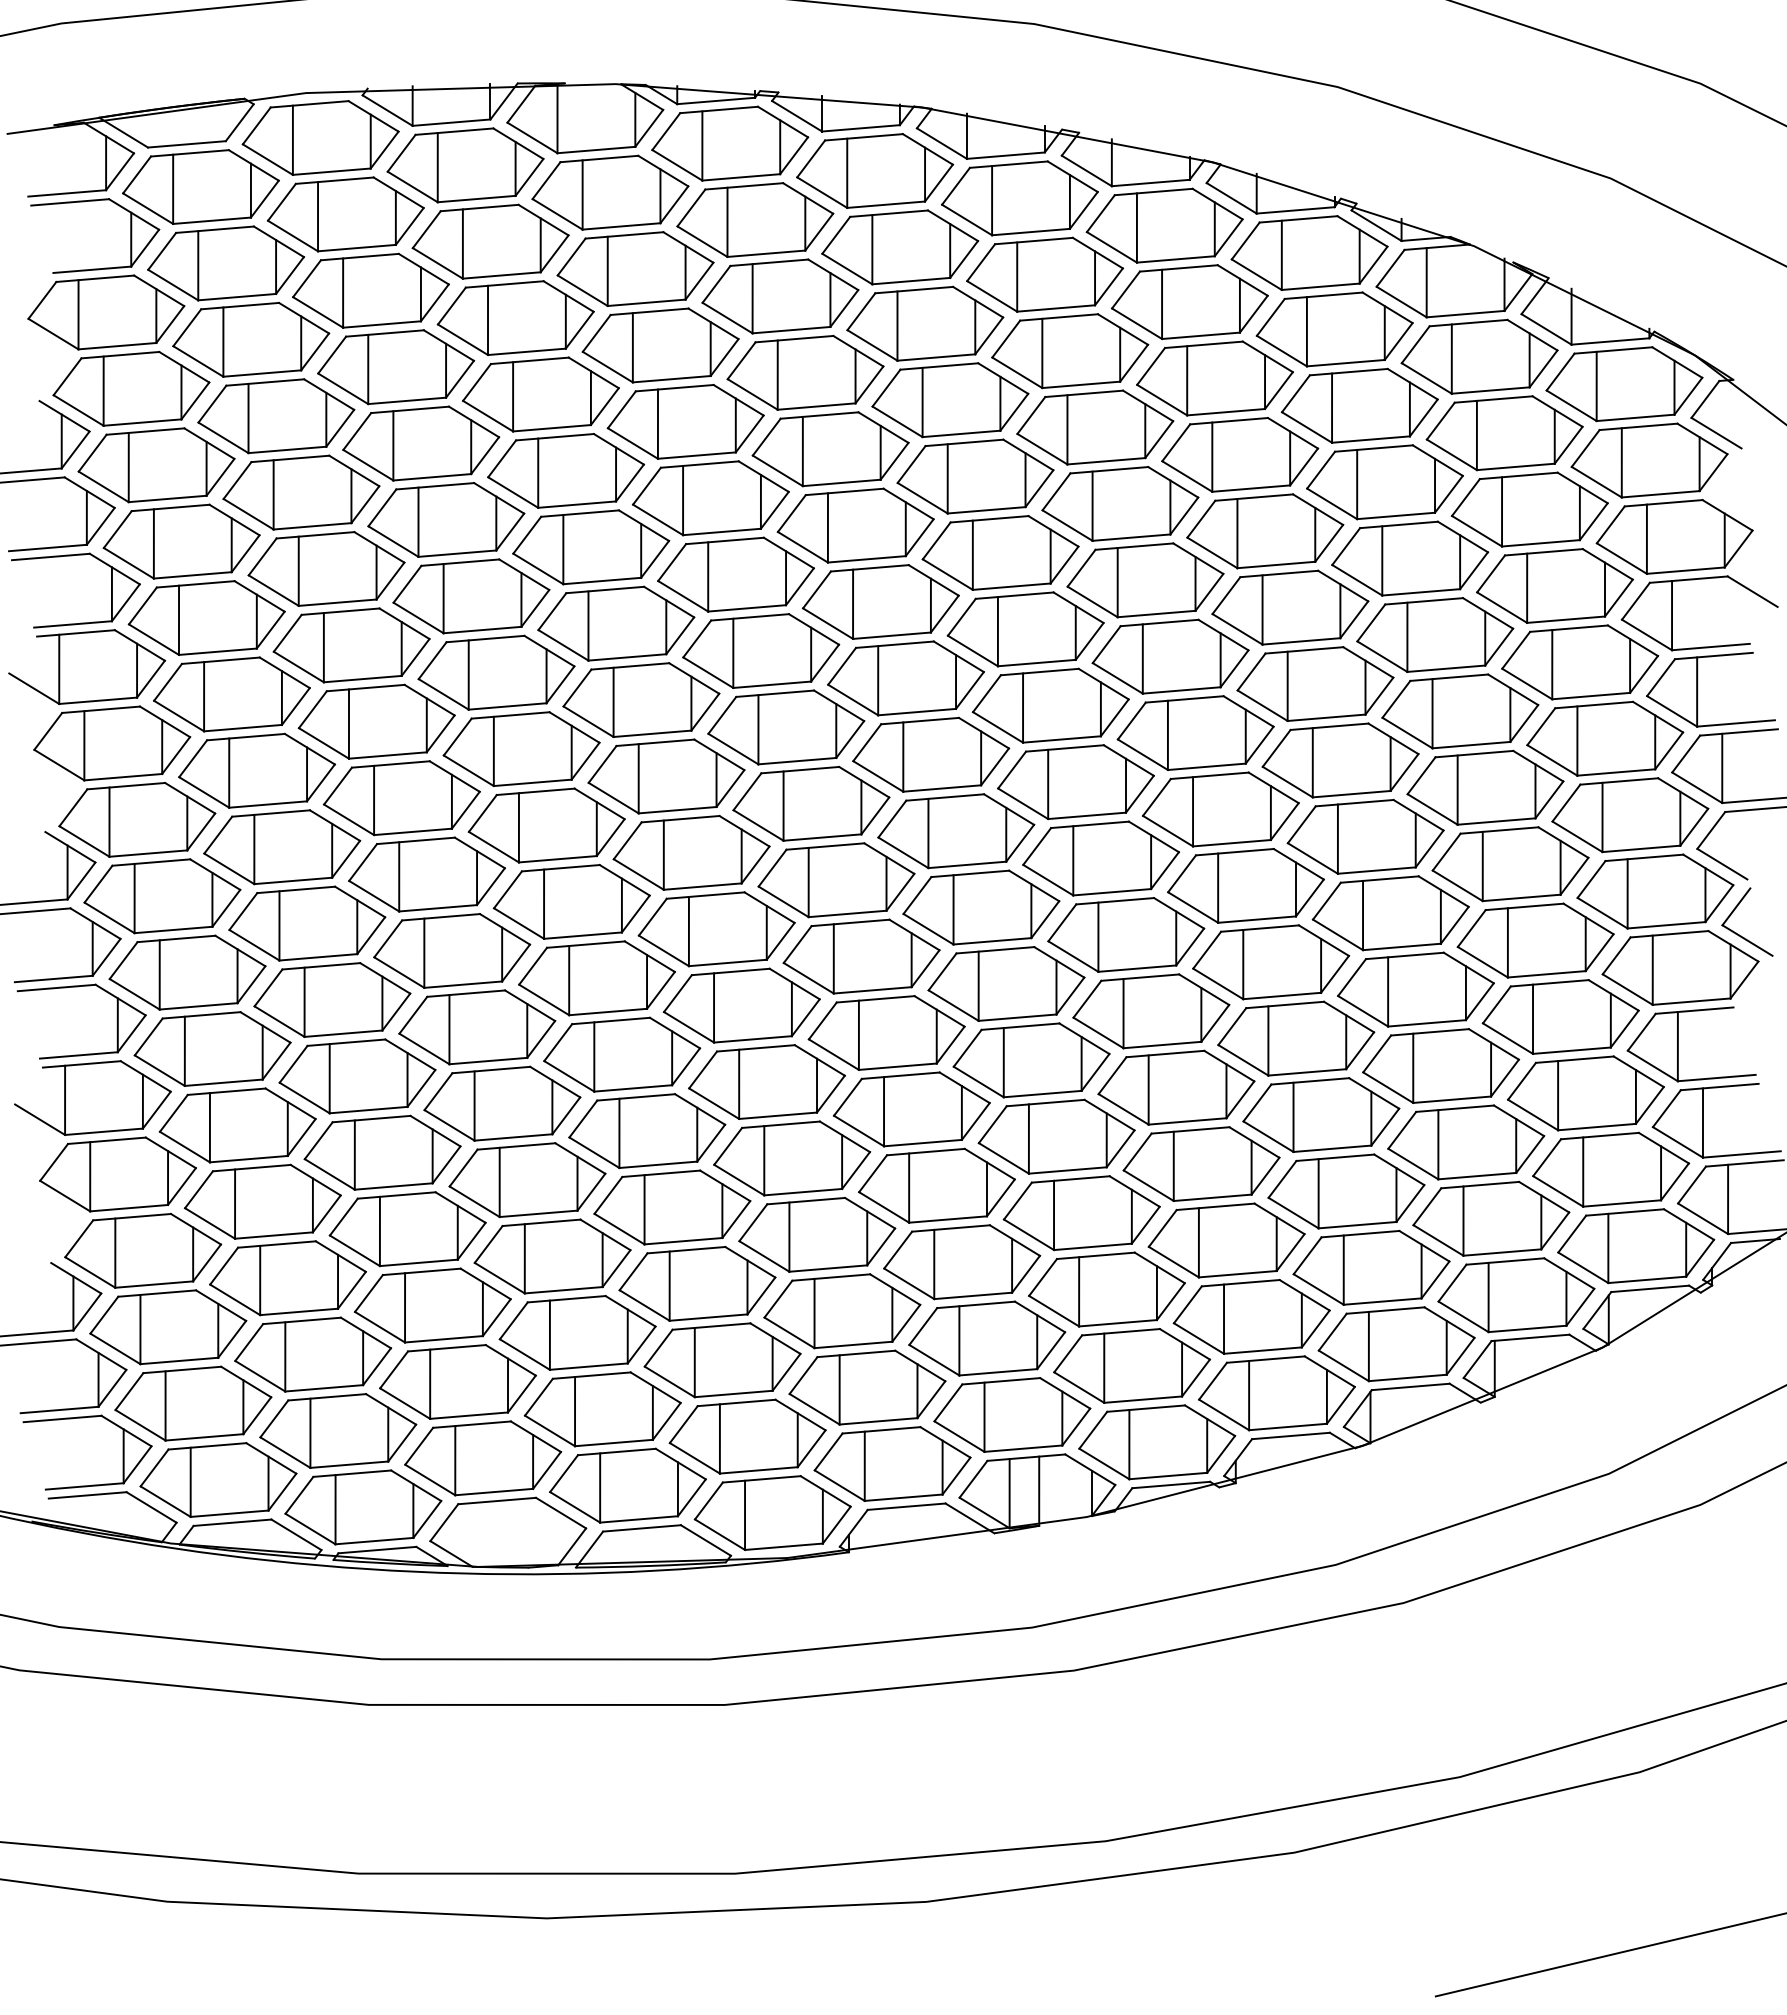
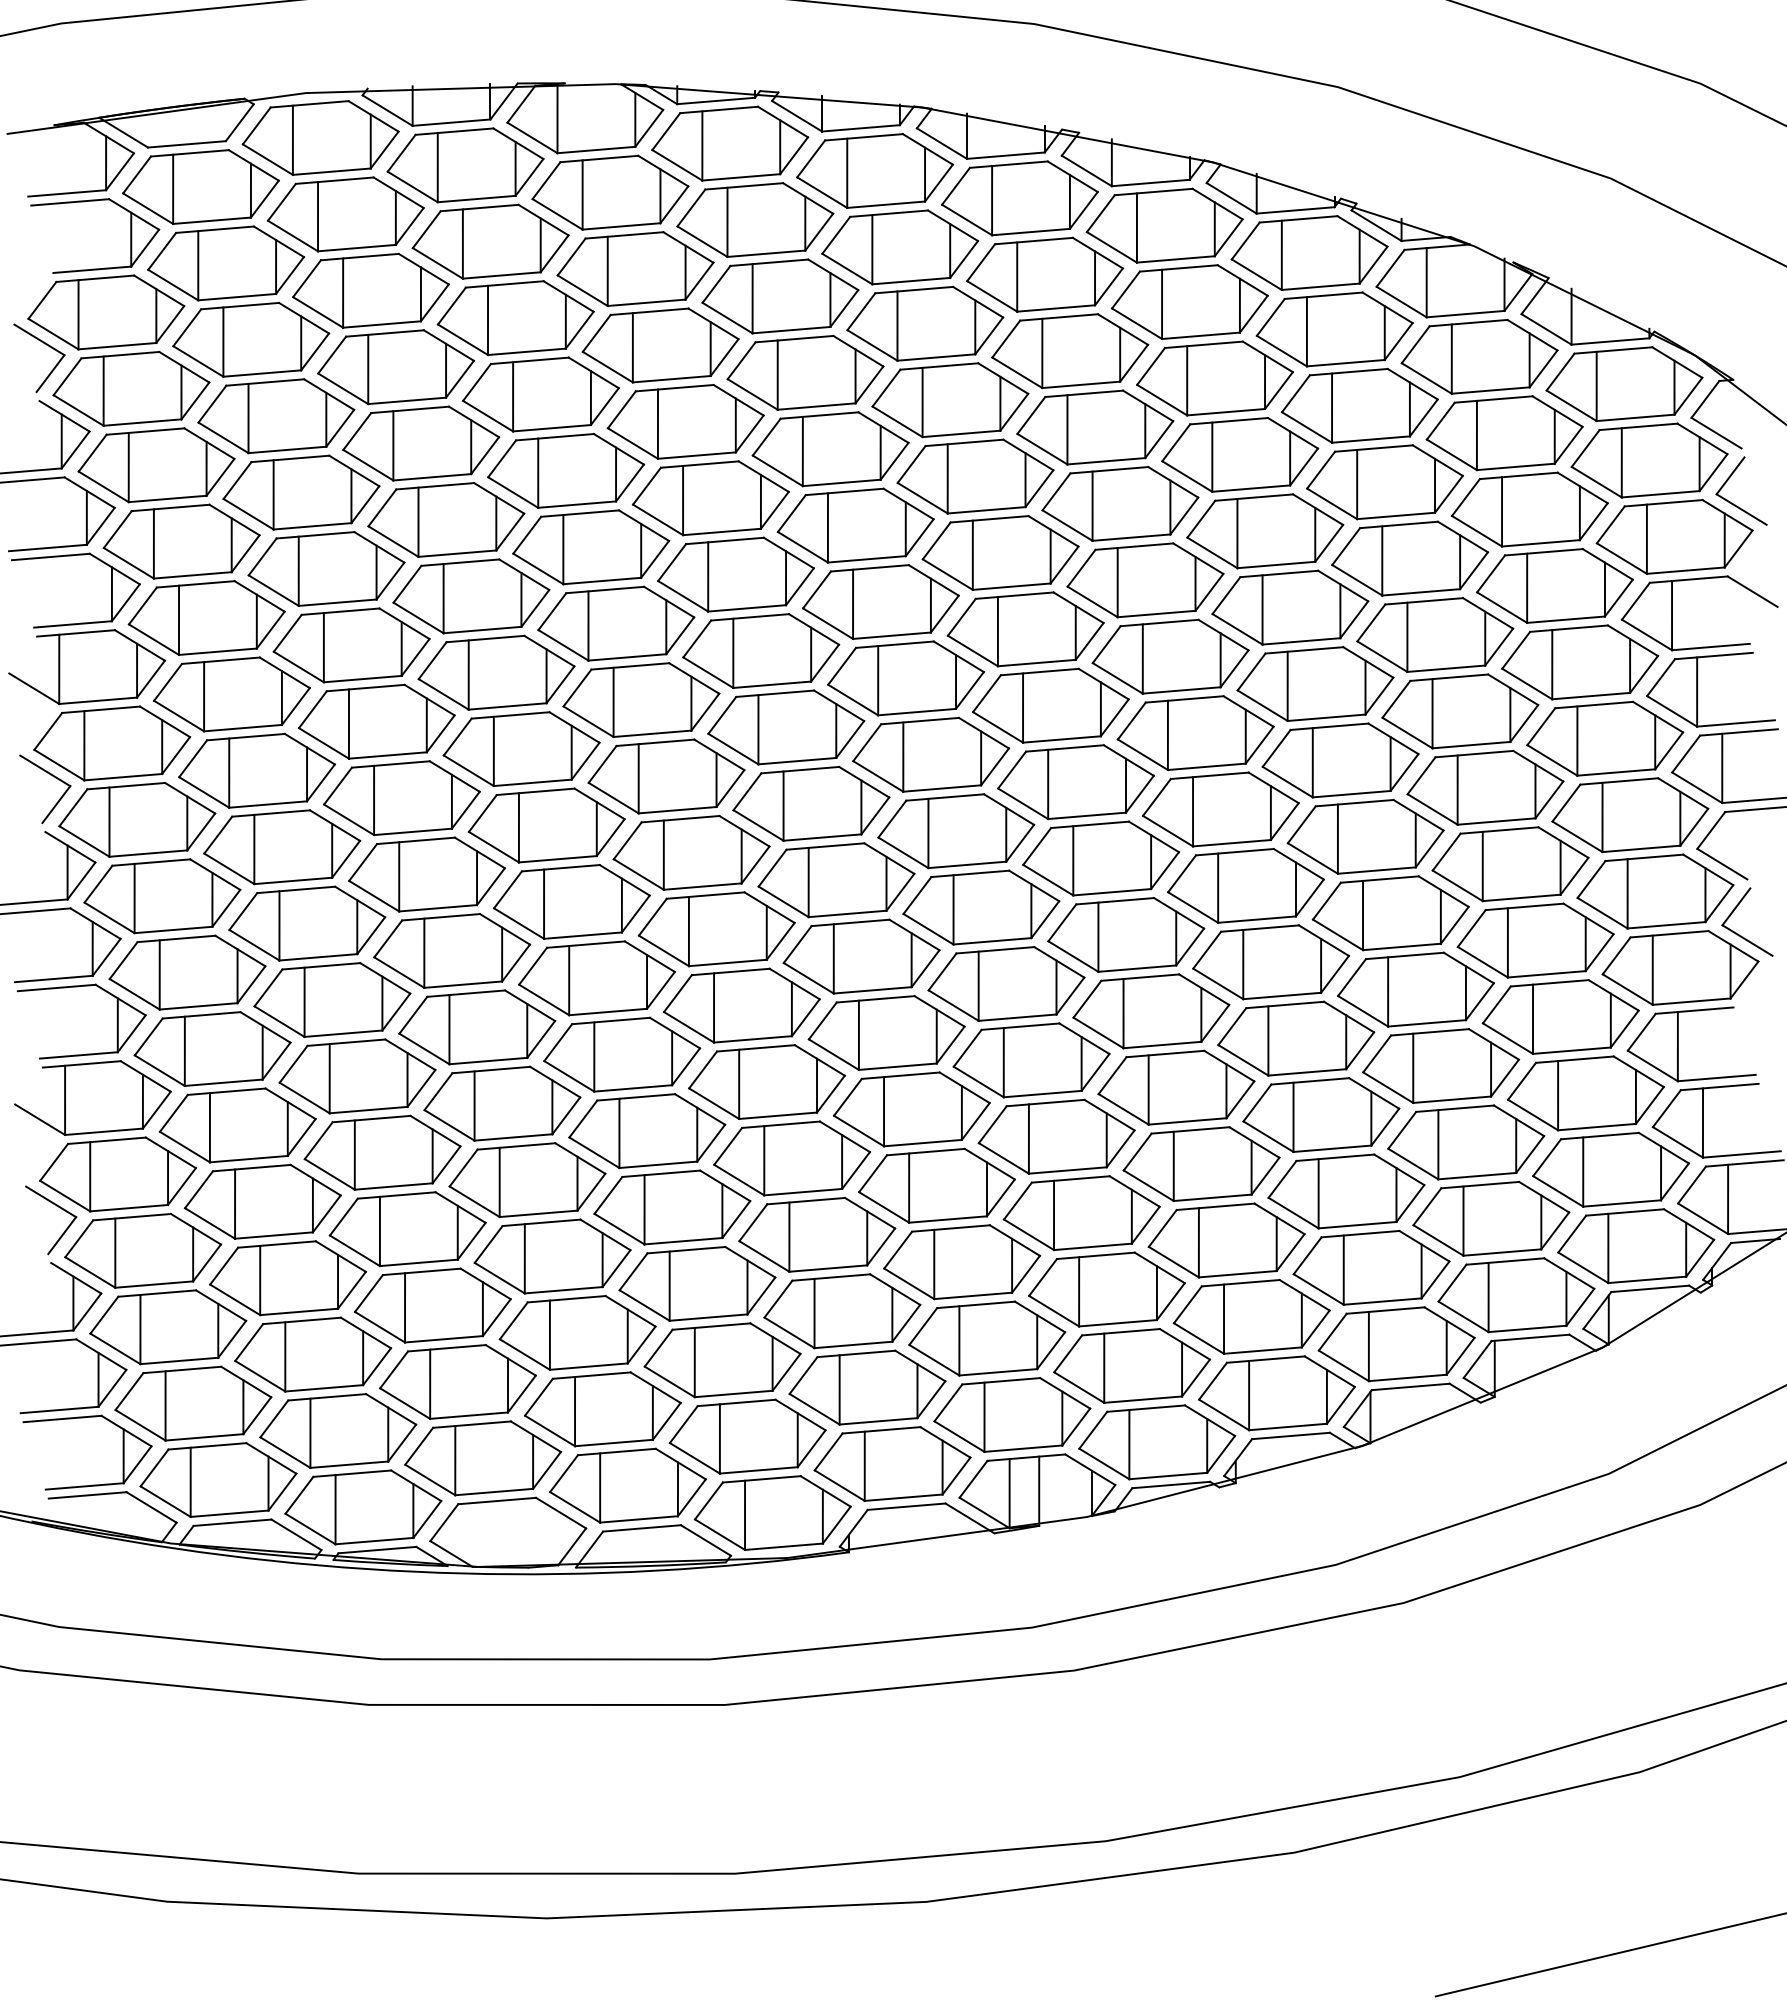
part at (46, 345): none -> present
part at (1732, 502): none -> present
part at (52, 776): none -> present
part at (59, 1208): none -> present
